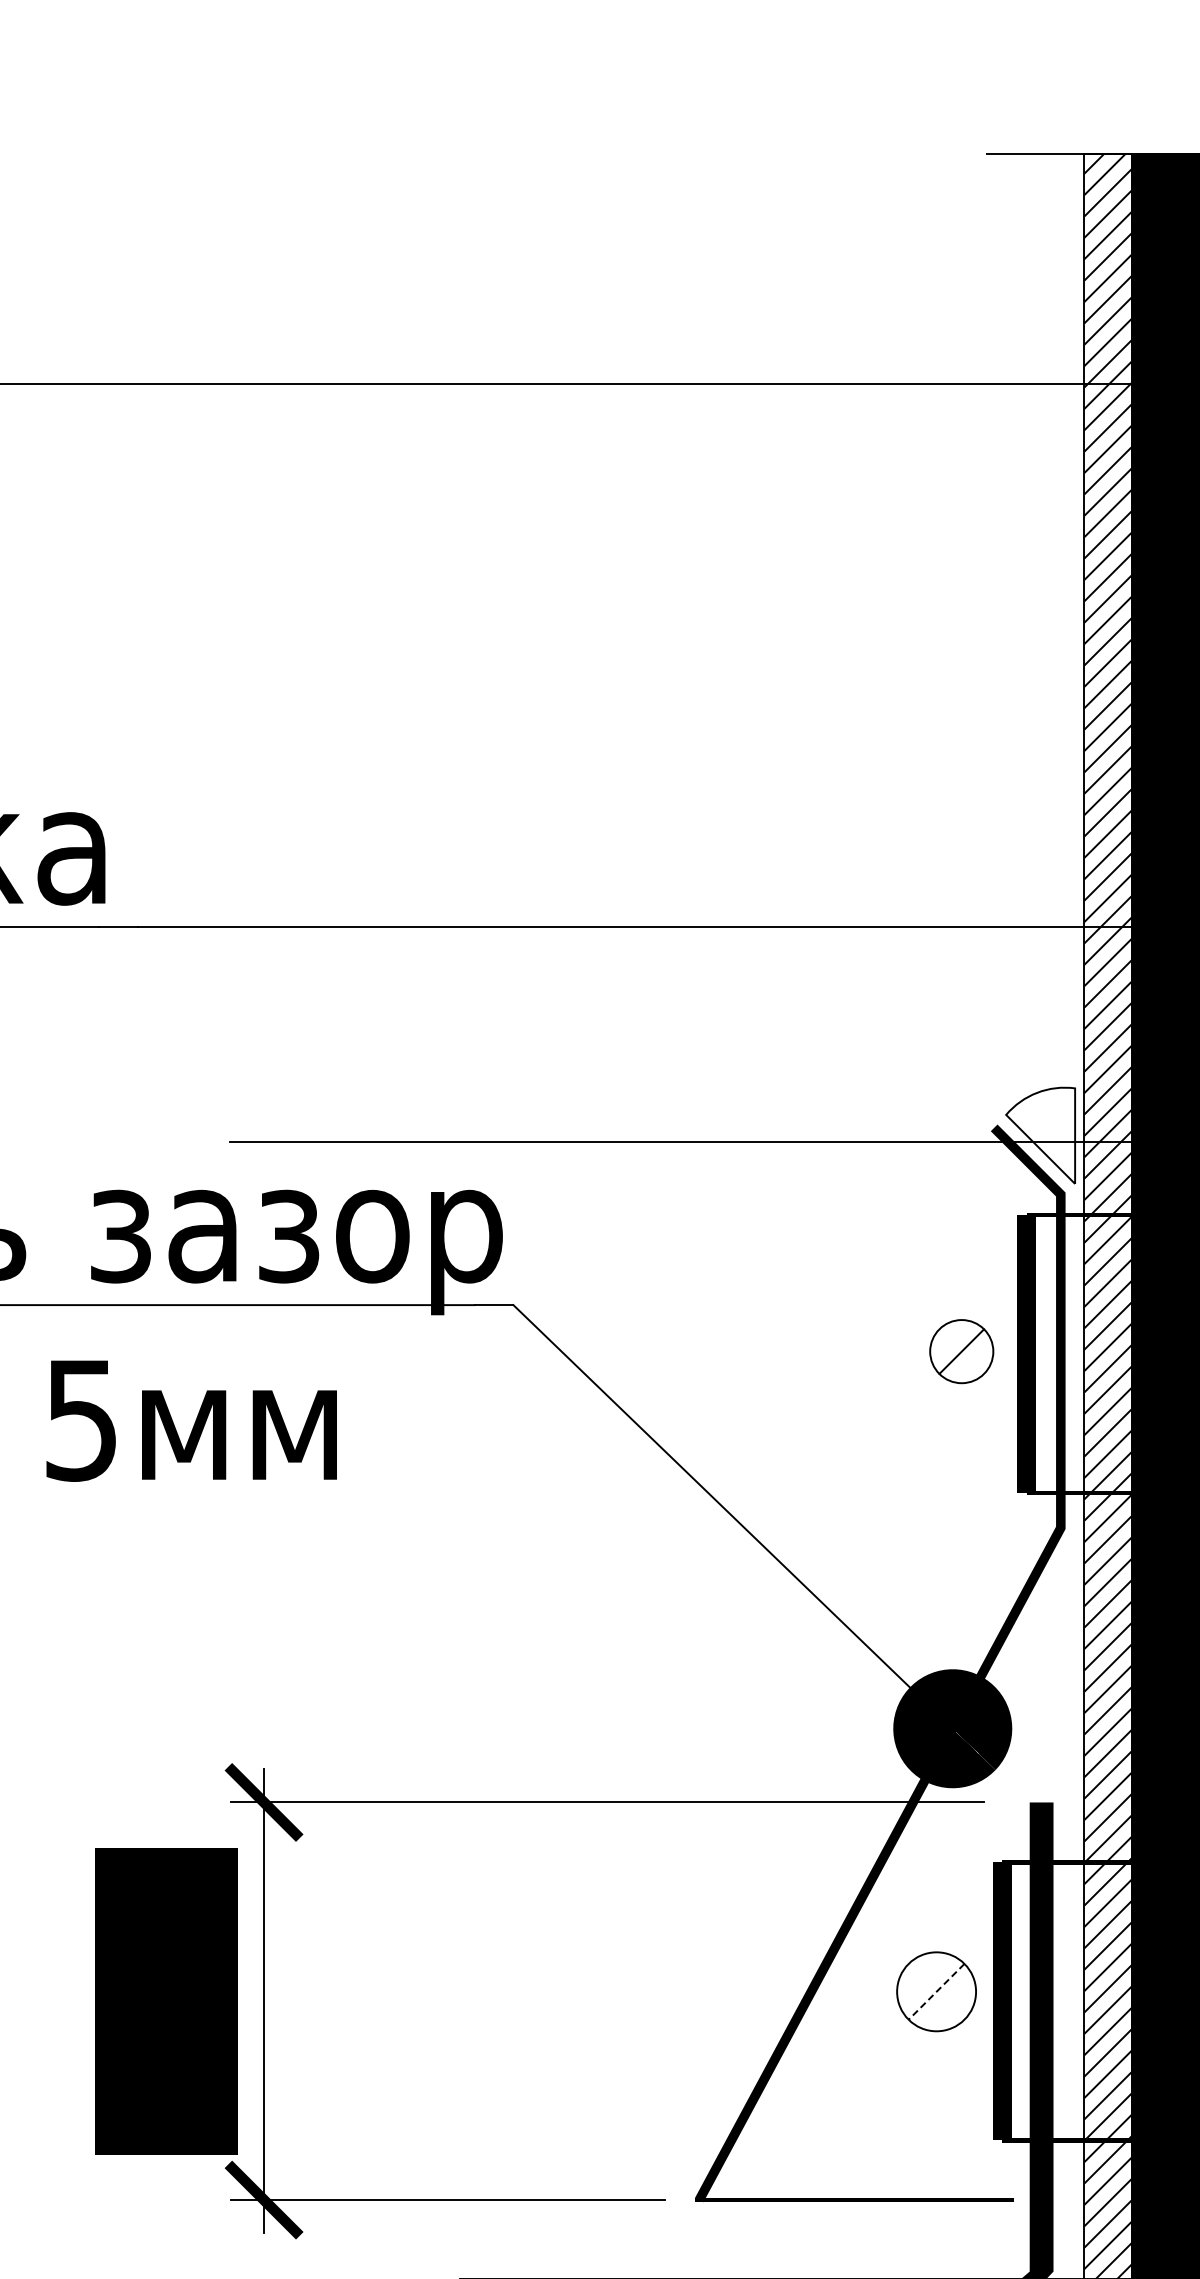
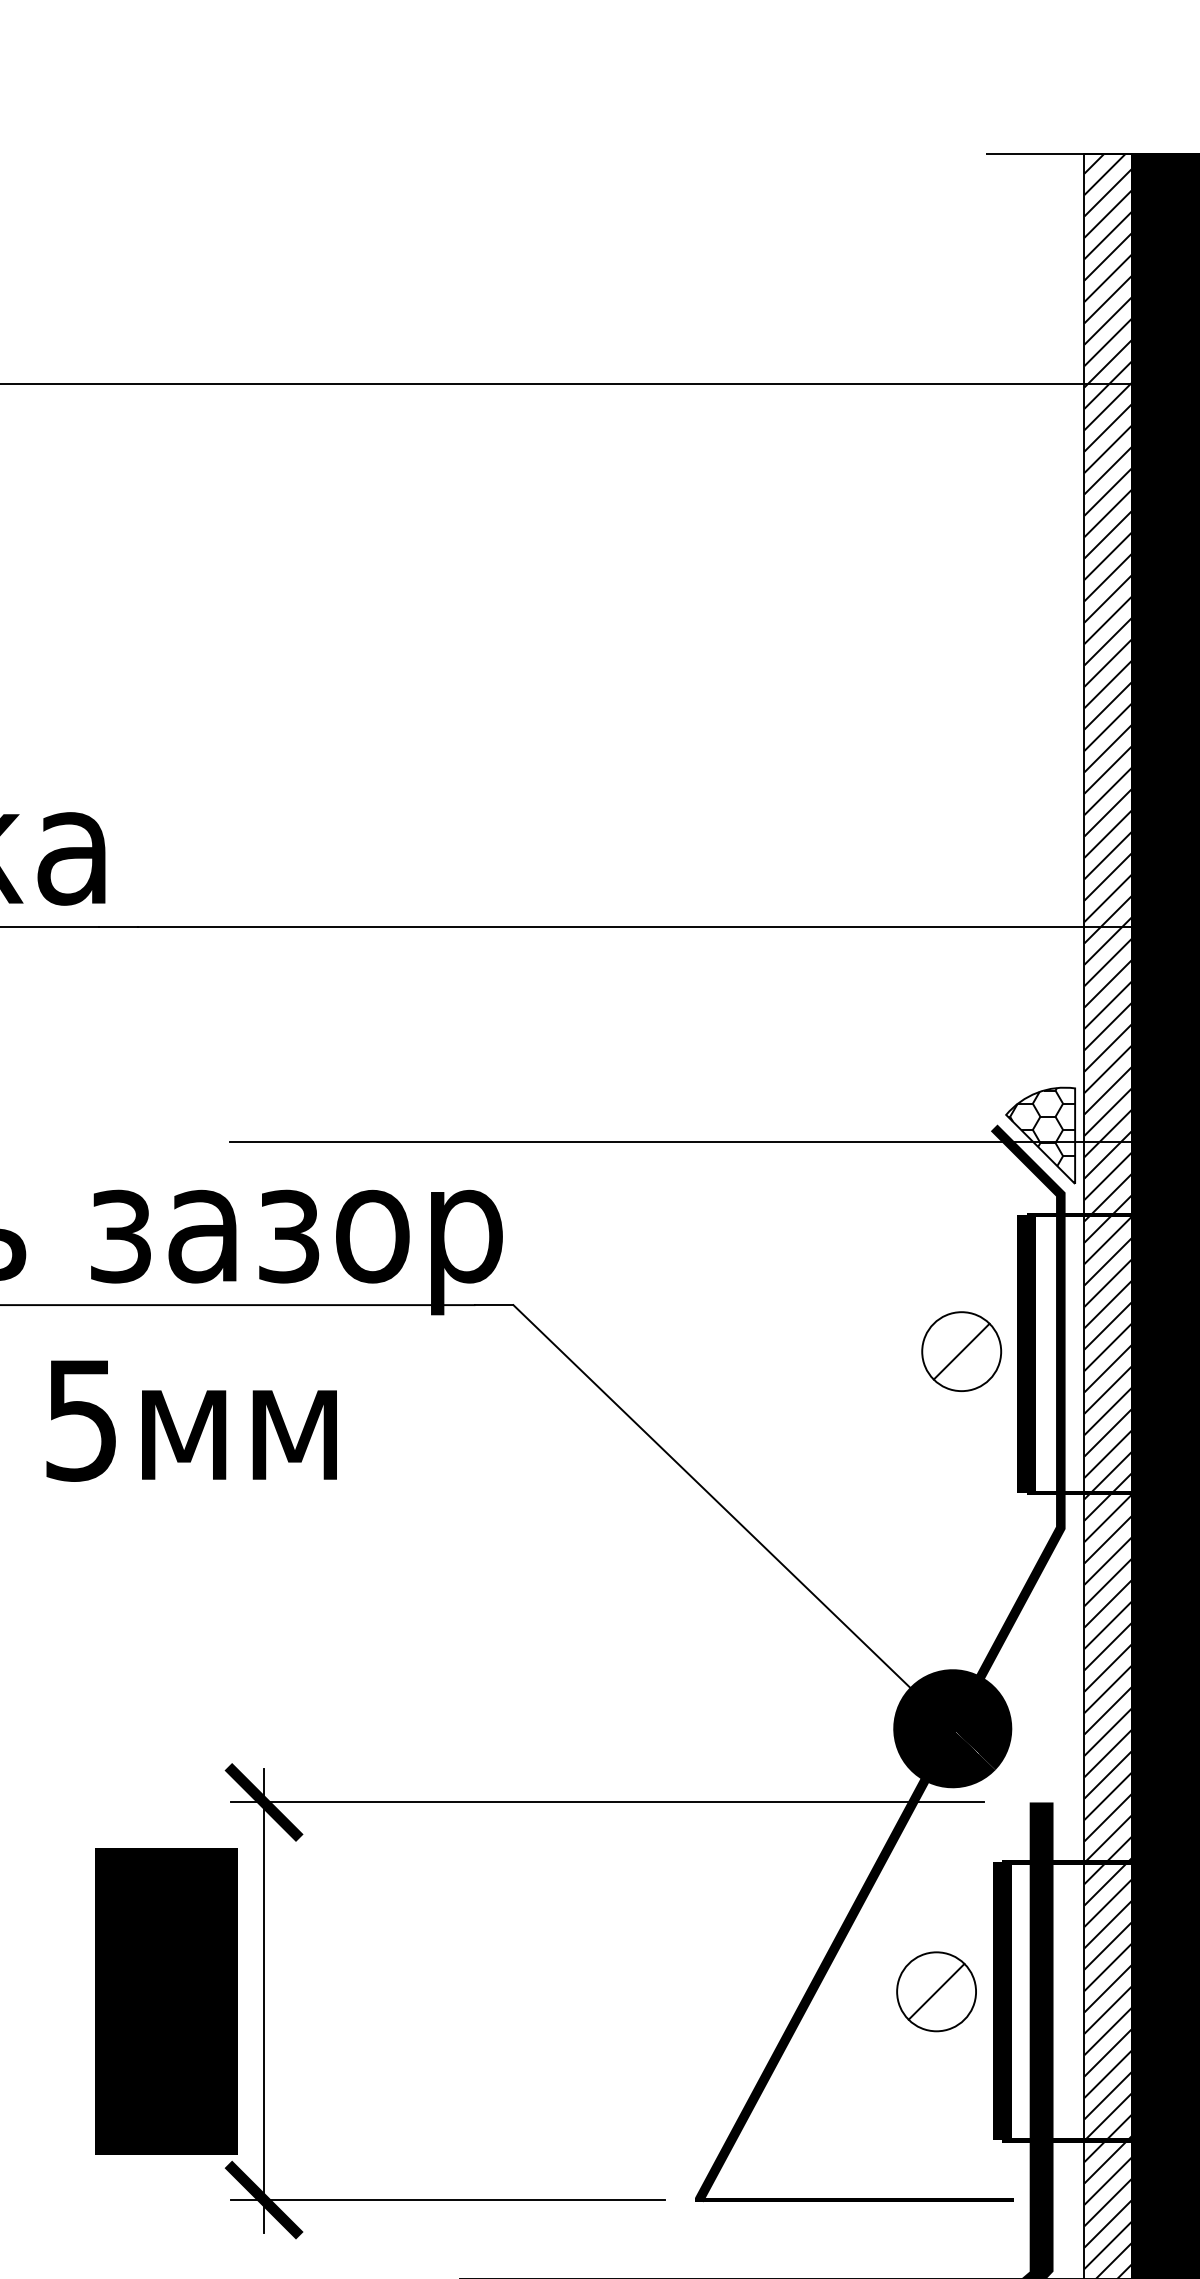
hatch at (1041, 1135): none -> present
part at (961, 1351) size: 66x66 px -> 82x81 px
line at (936, 1992): dashed -> solid
